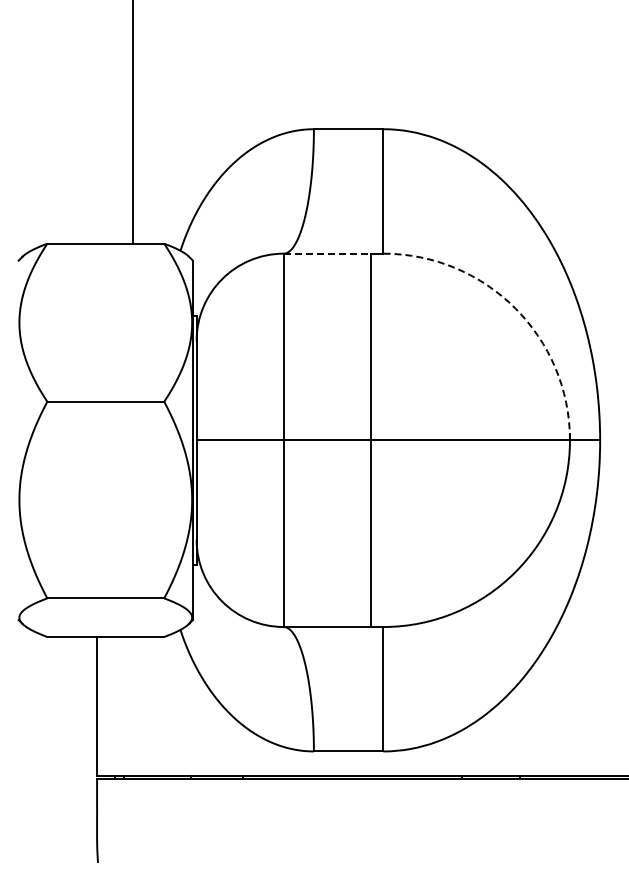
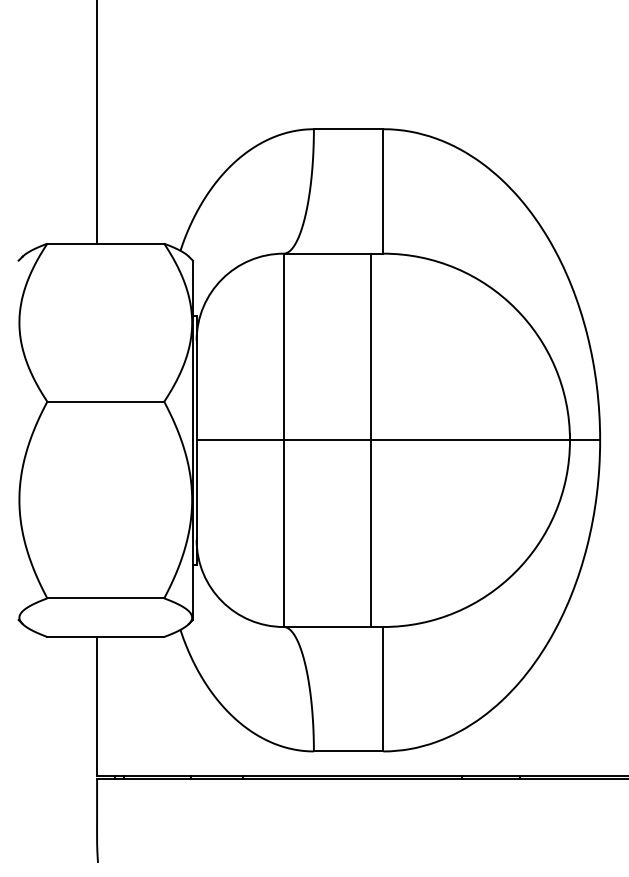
line at (133, 122) position: (133, 122) -> (97, 122)
line at (327, 253): dashed -> solid
arc at (515, 308): dashed -> solid
